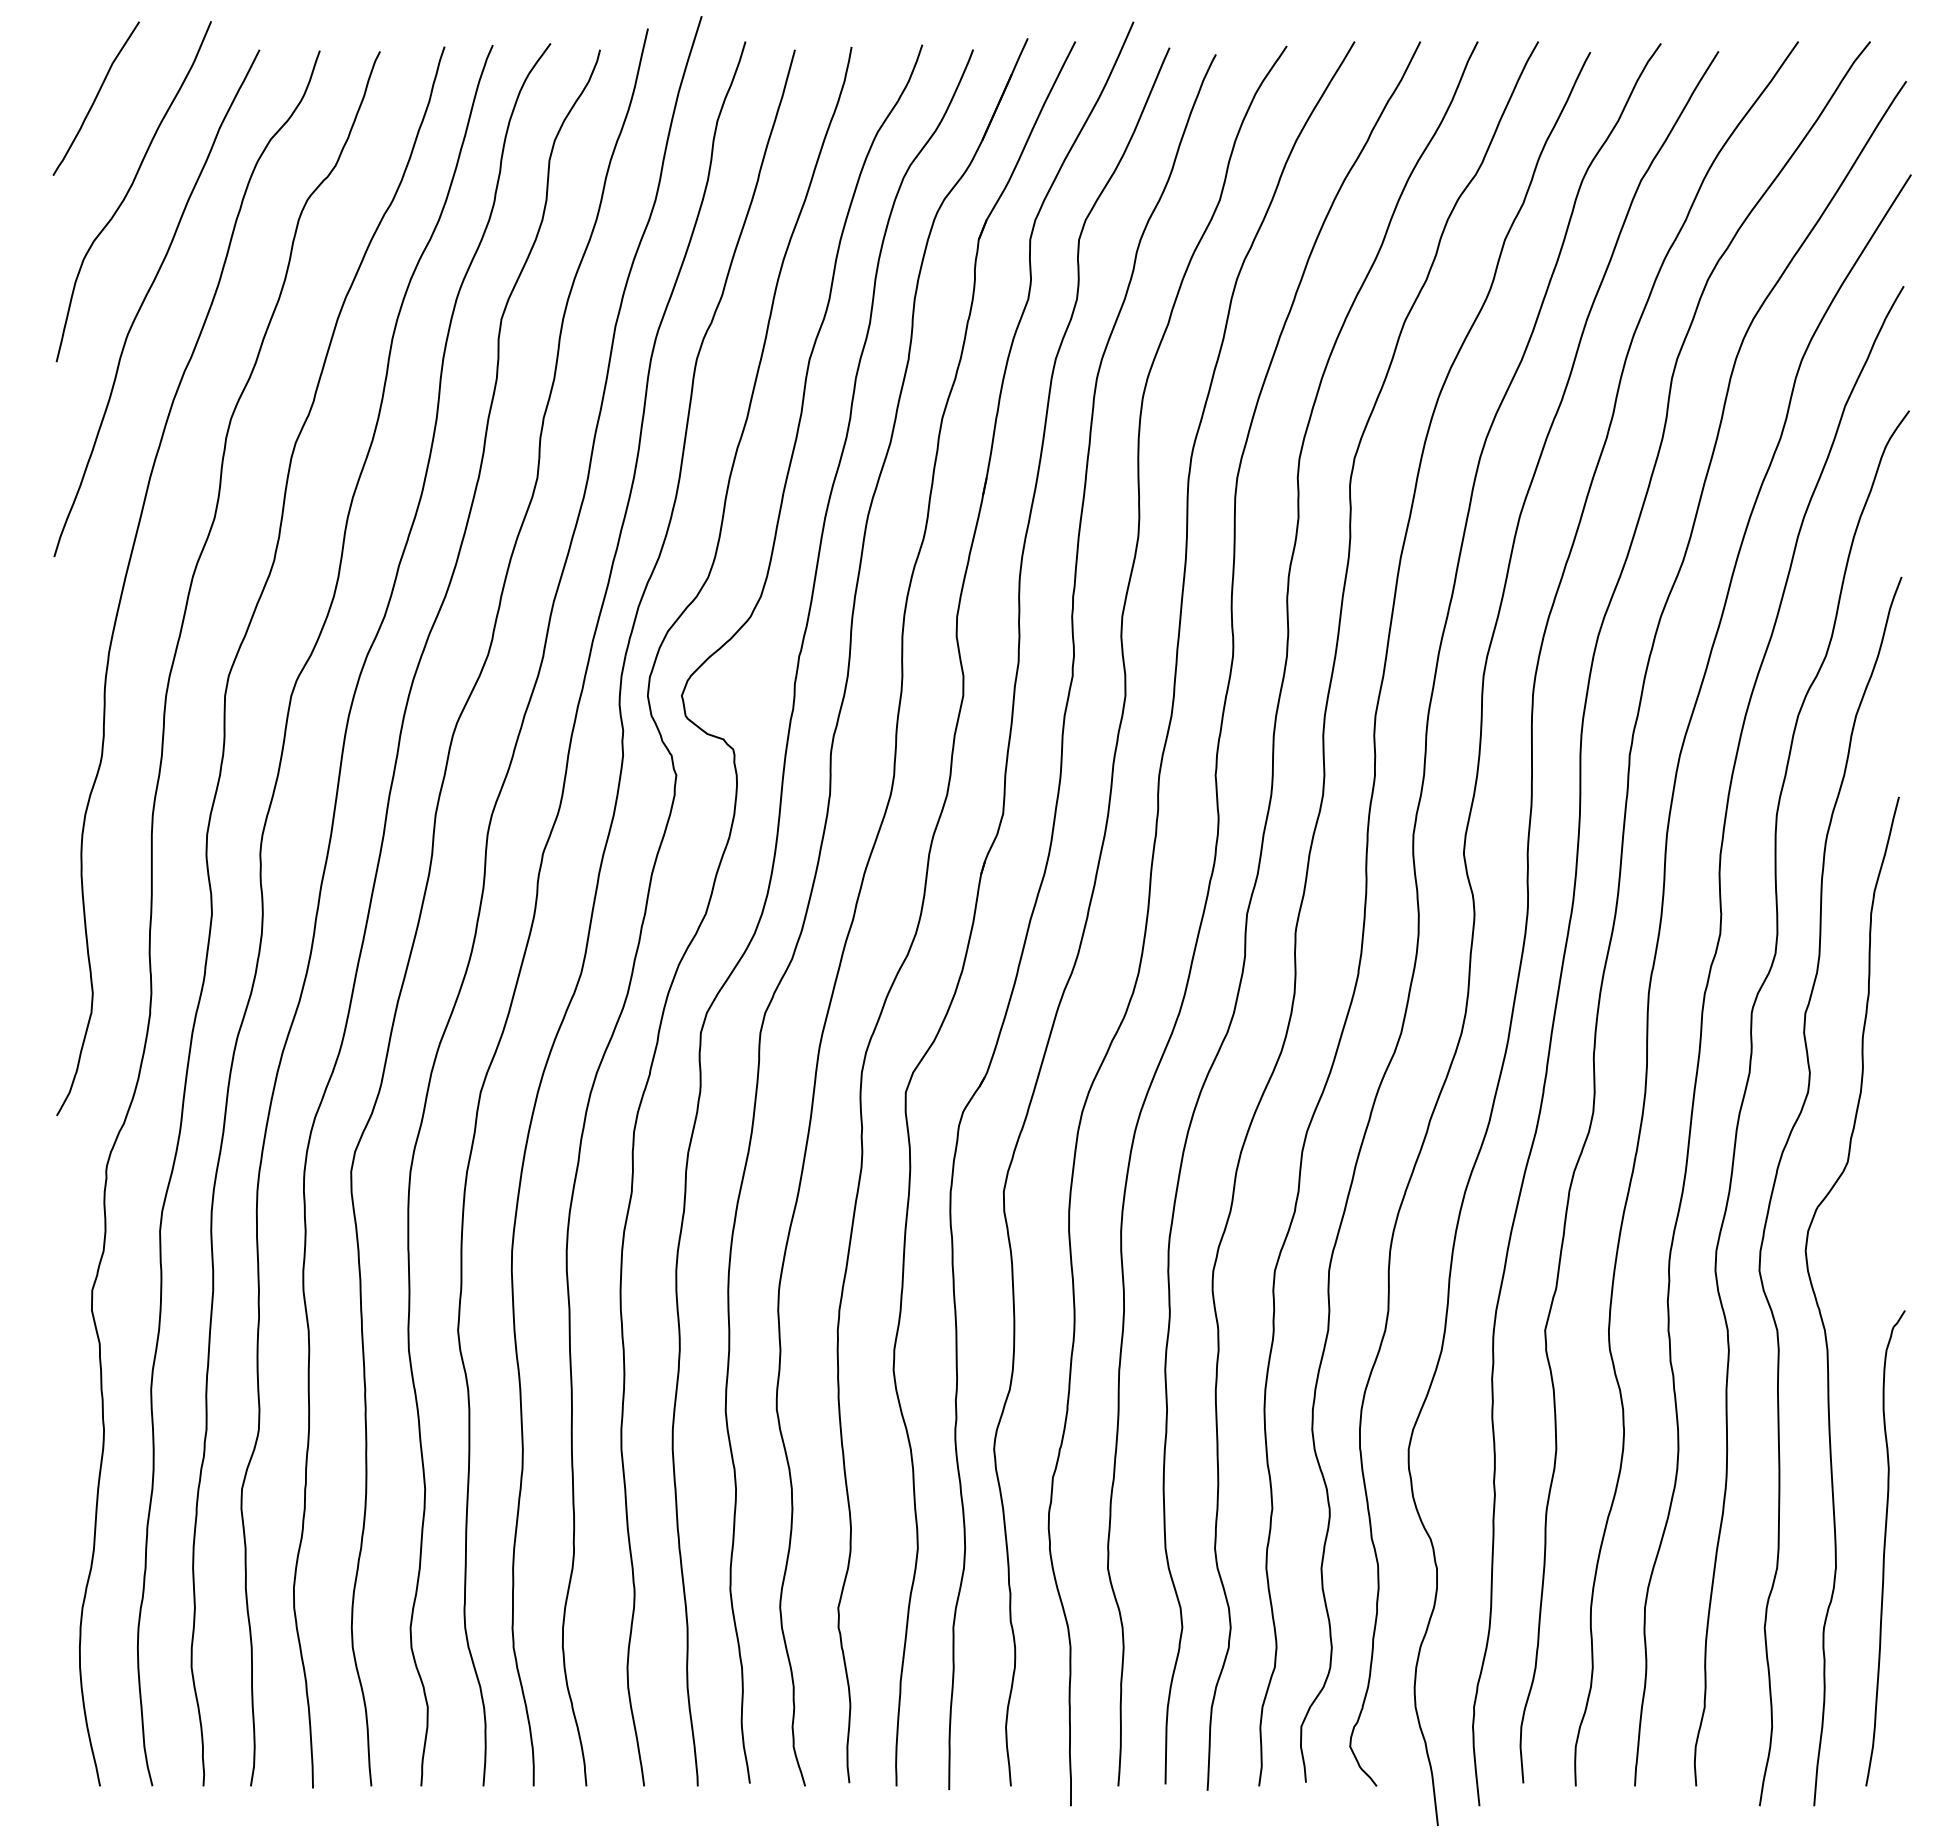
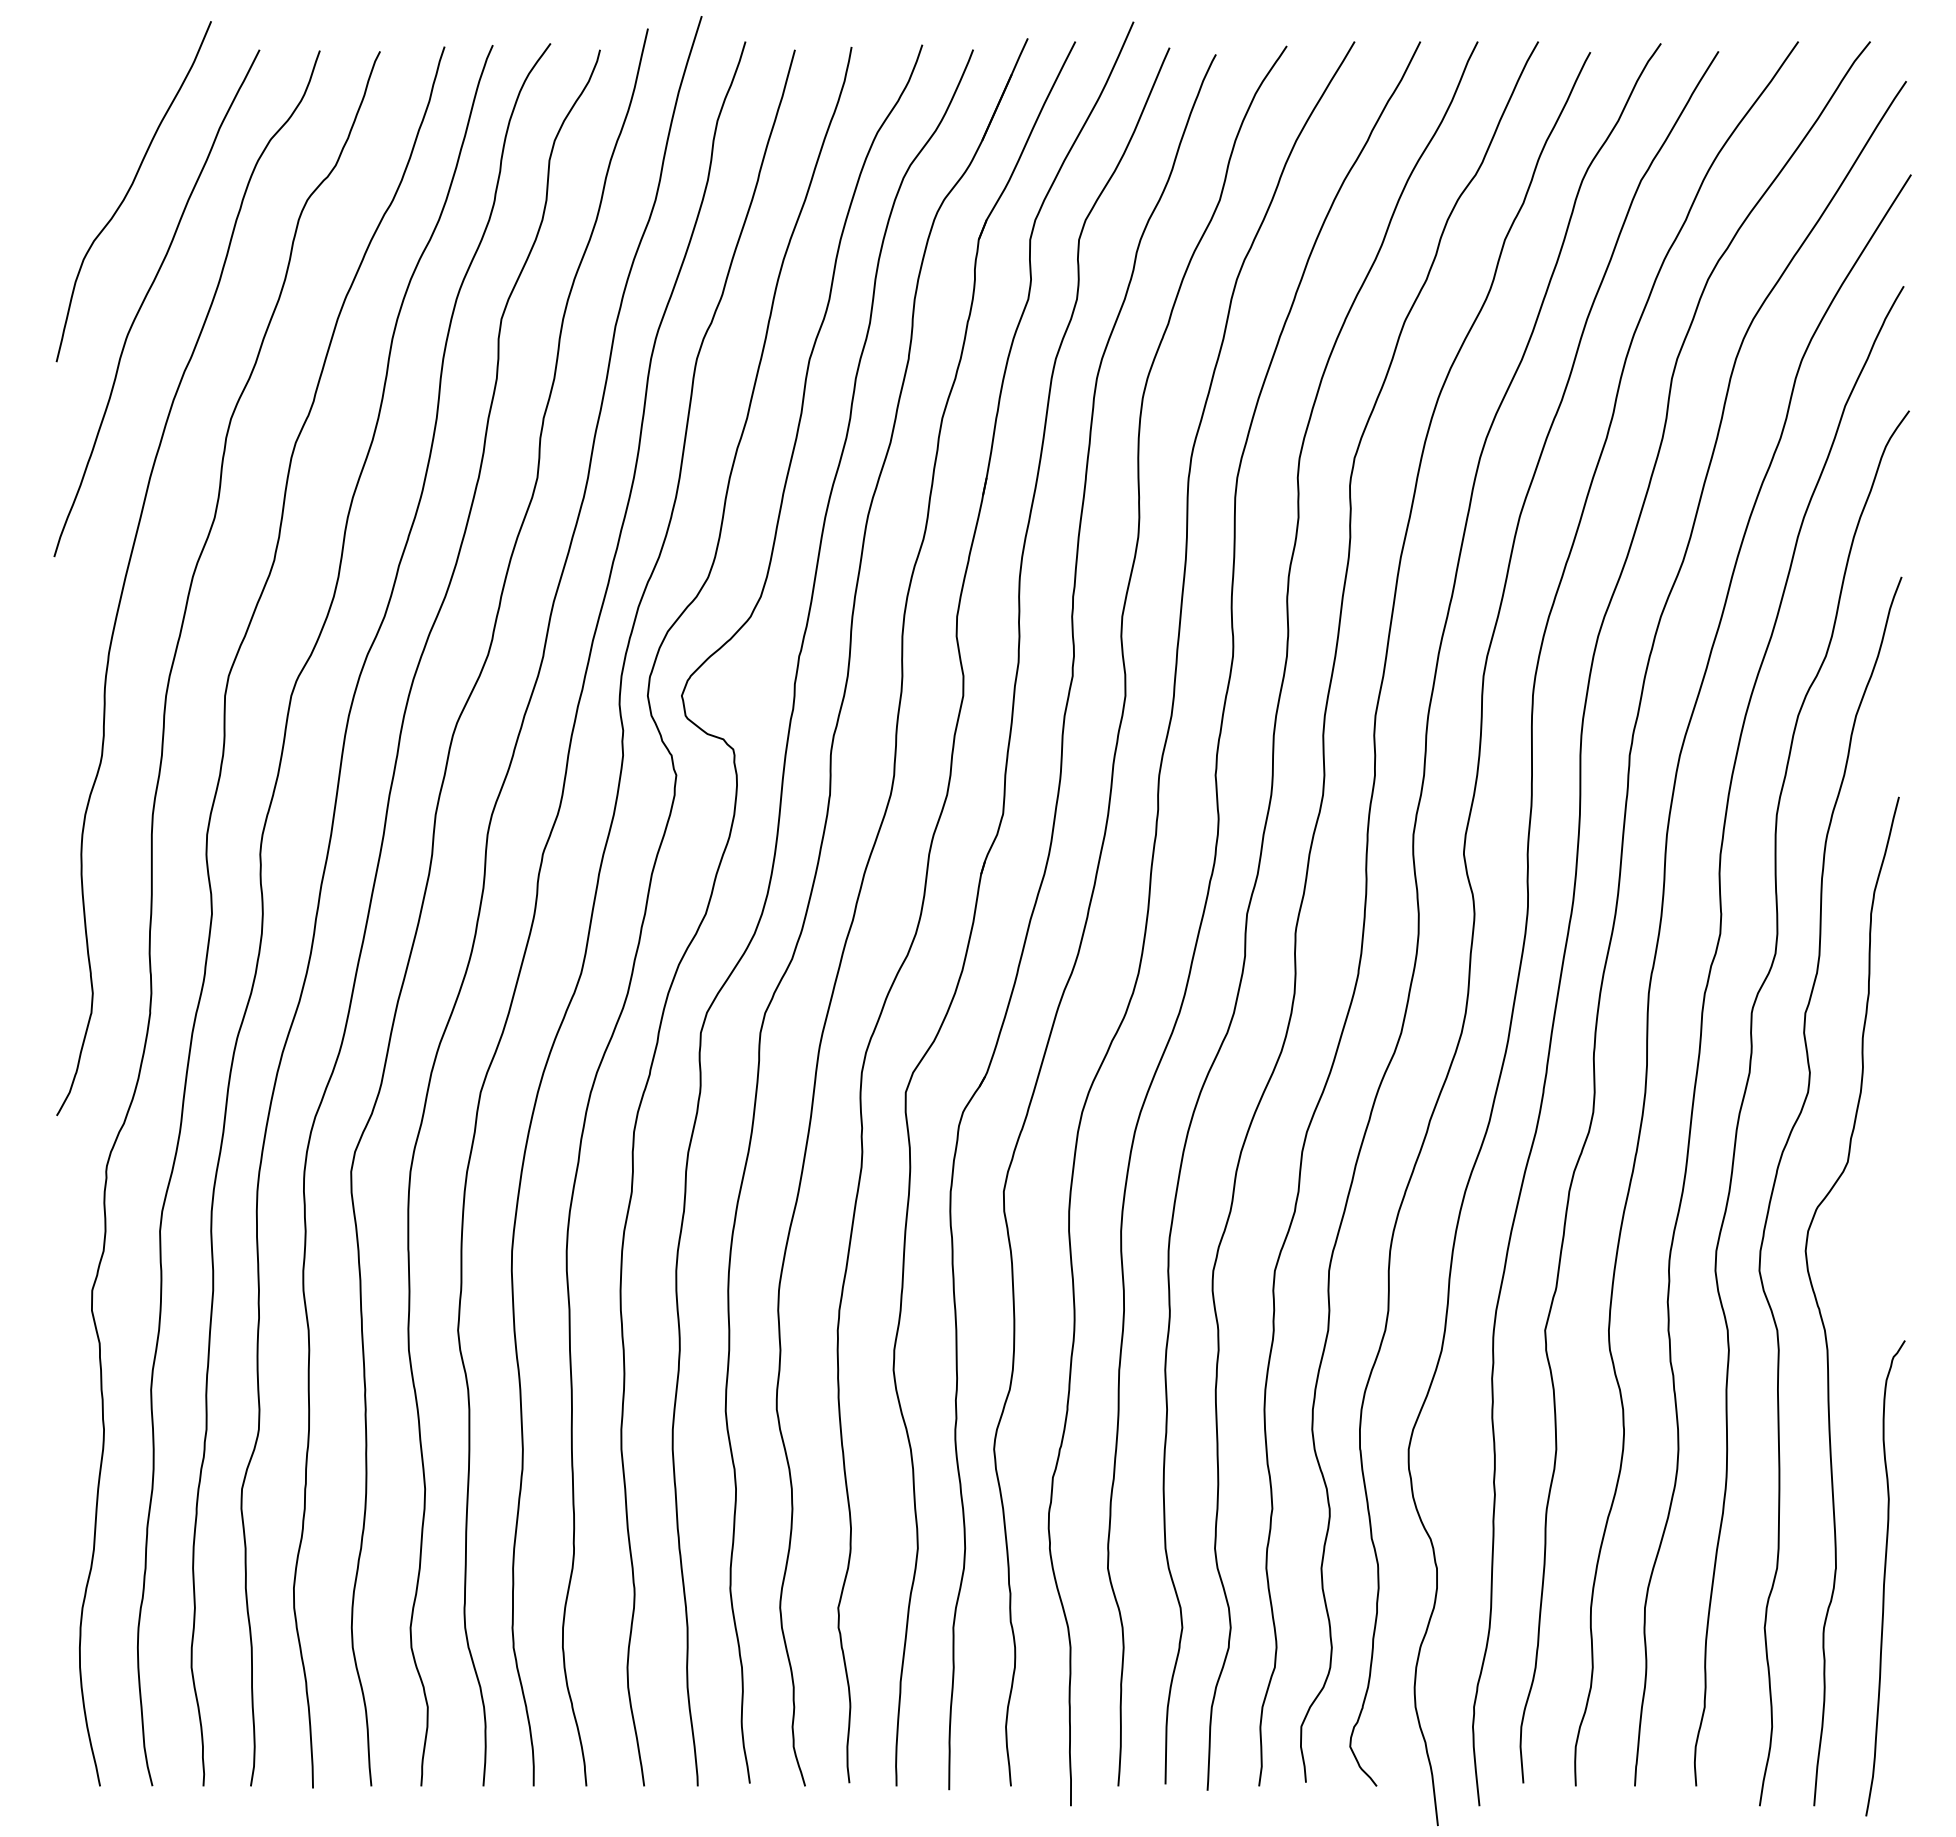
curve at (95, 98): present -> none
curve at (1885, 1548) position: (1885, 1548) -> (1885, 1578)
